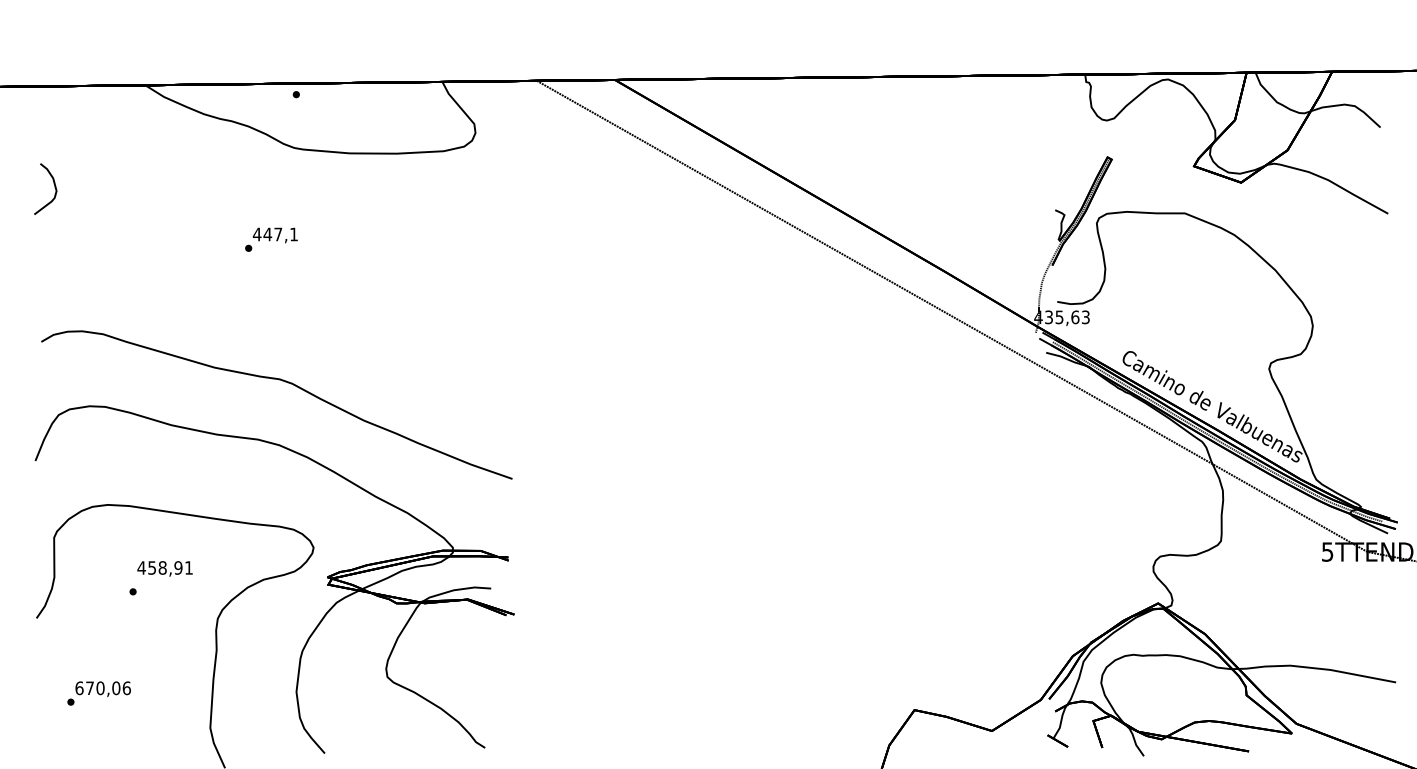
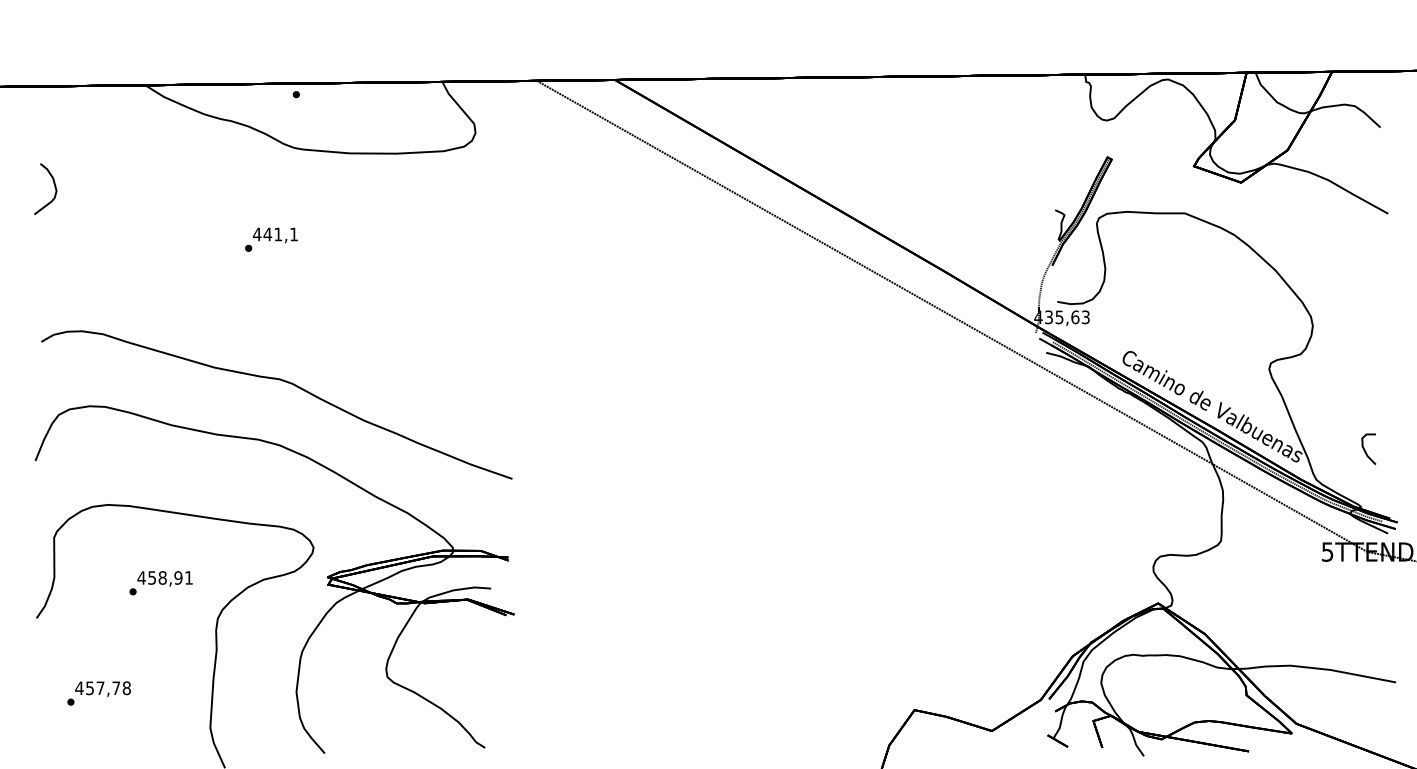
text at (278, 234): 447,1 -> 441,1
curve at (1365, 449): none -> present
text at (164, 568) position: (164, 568) -> (164, 578)
text at (102, 688): 670,06 -> 457,78
